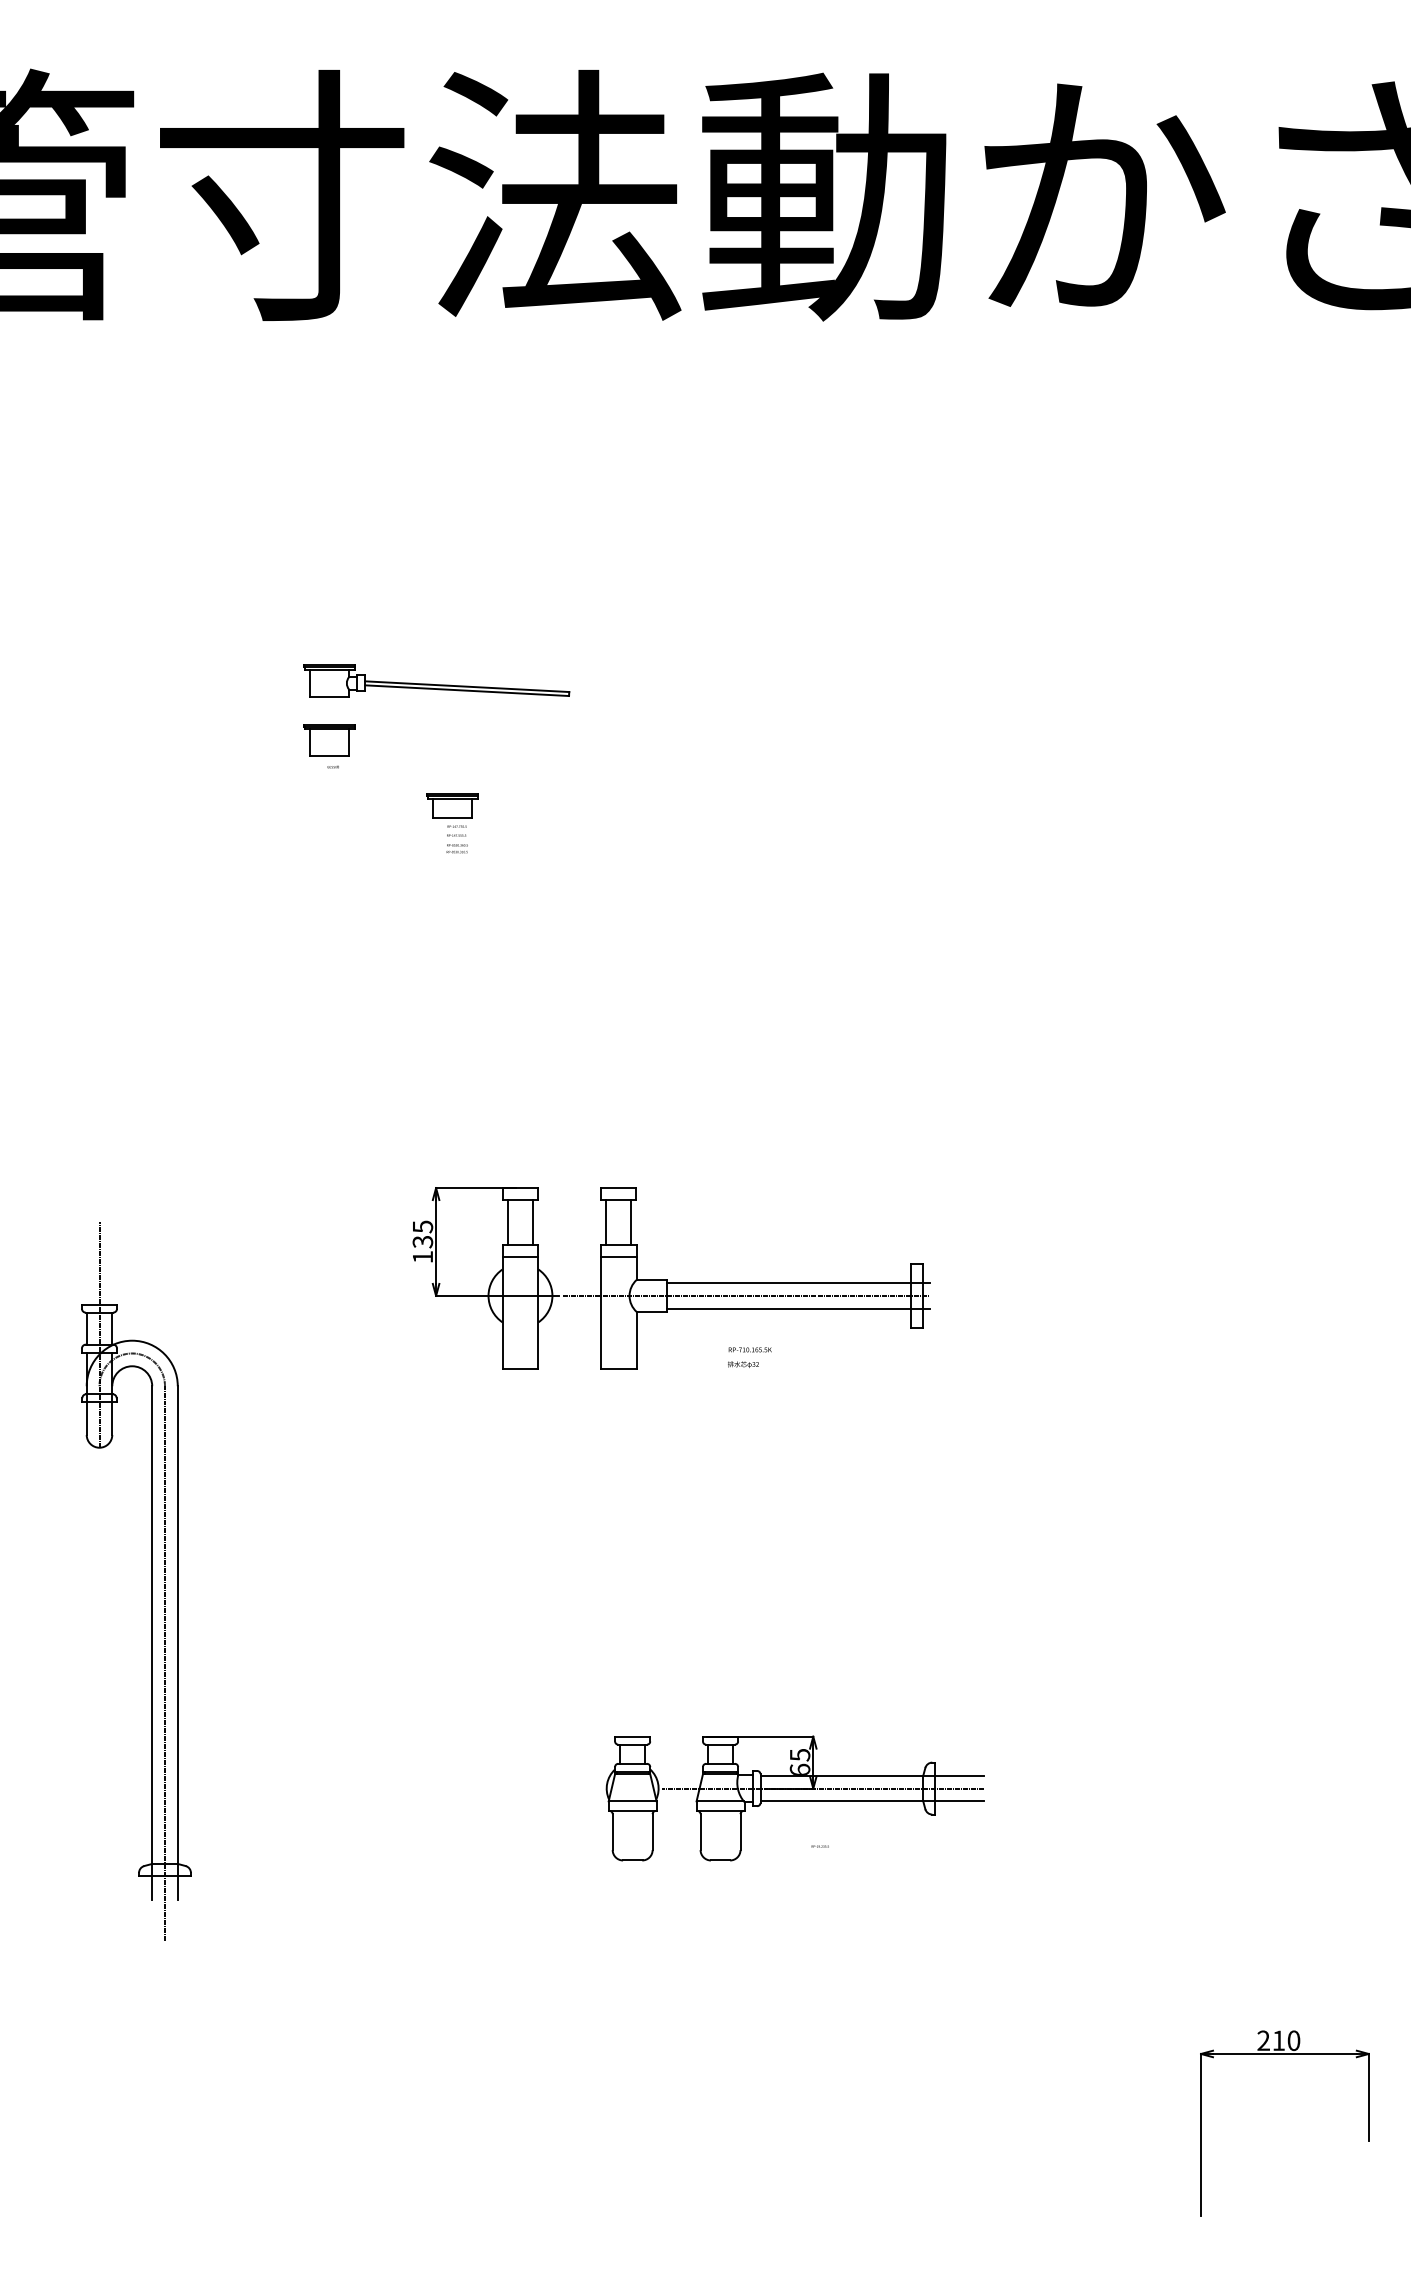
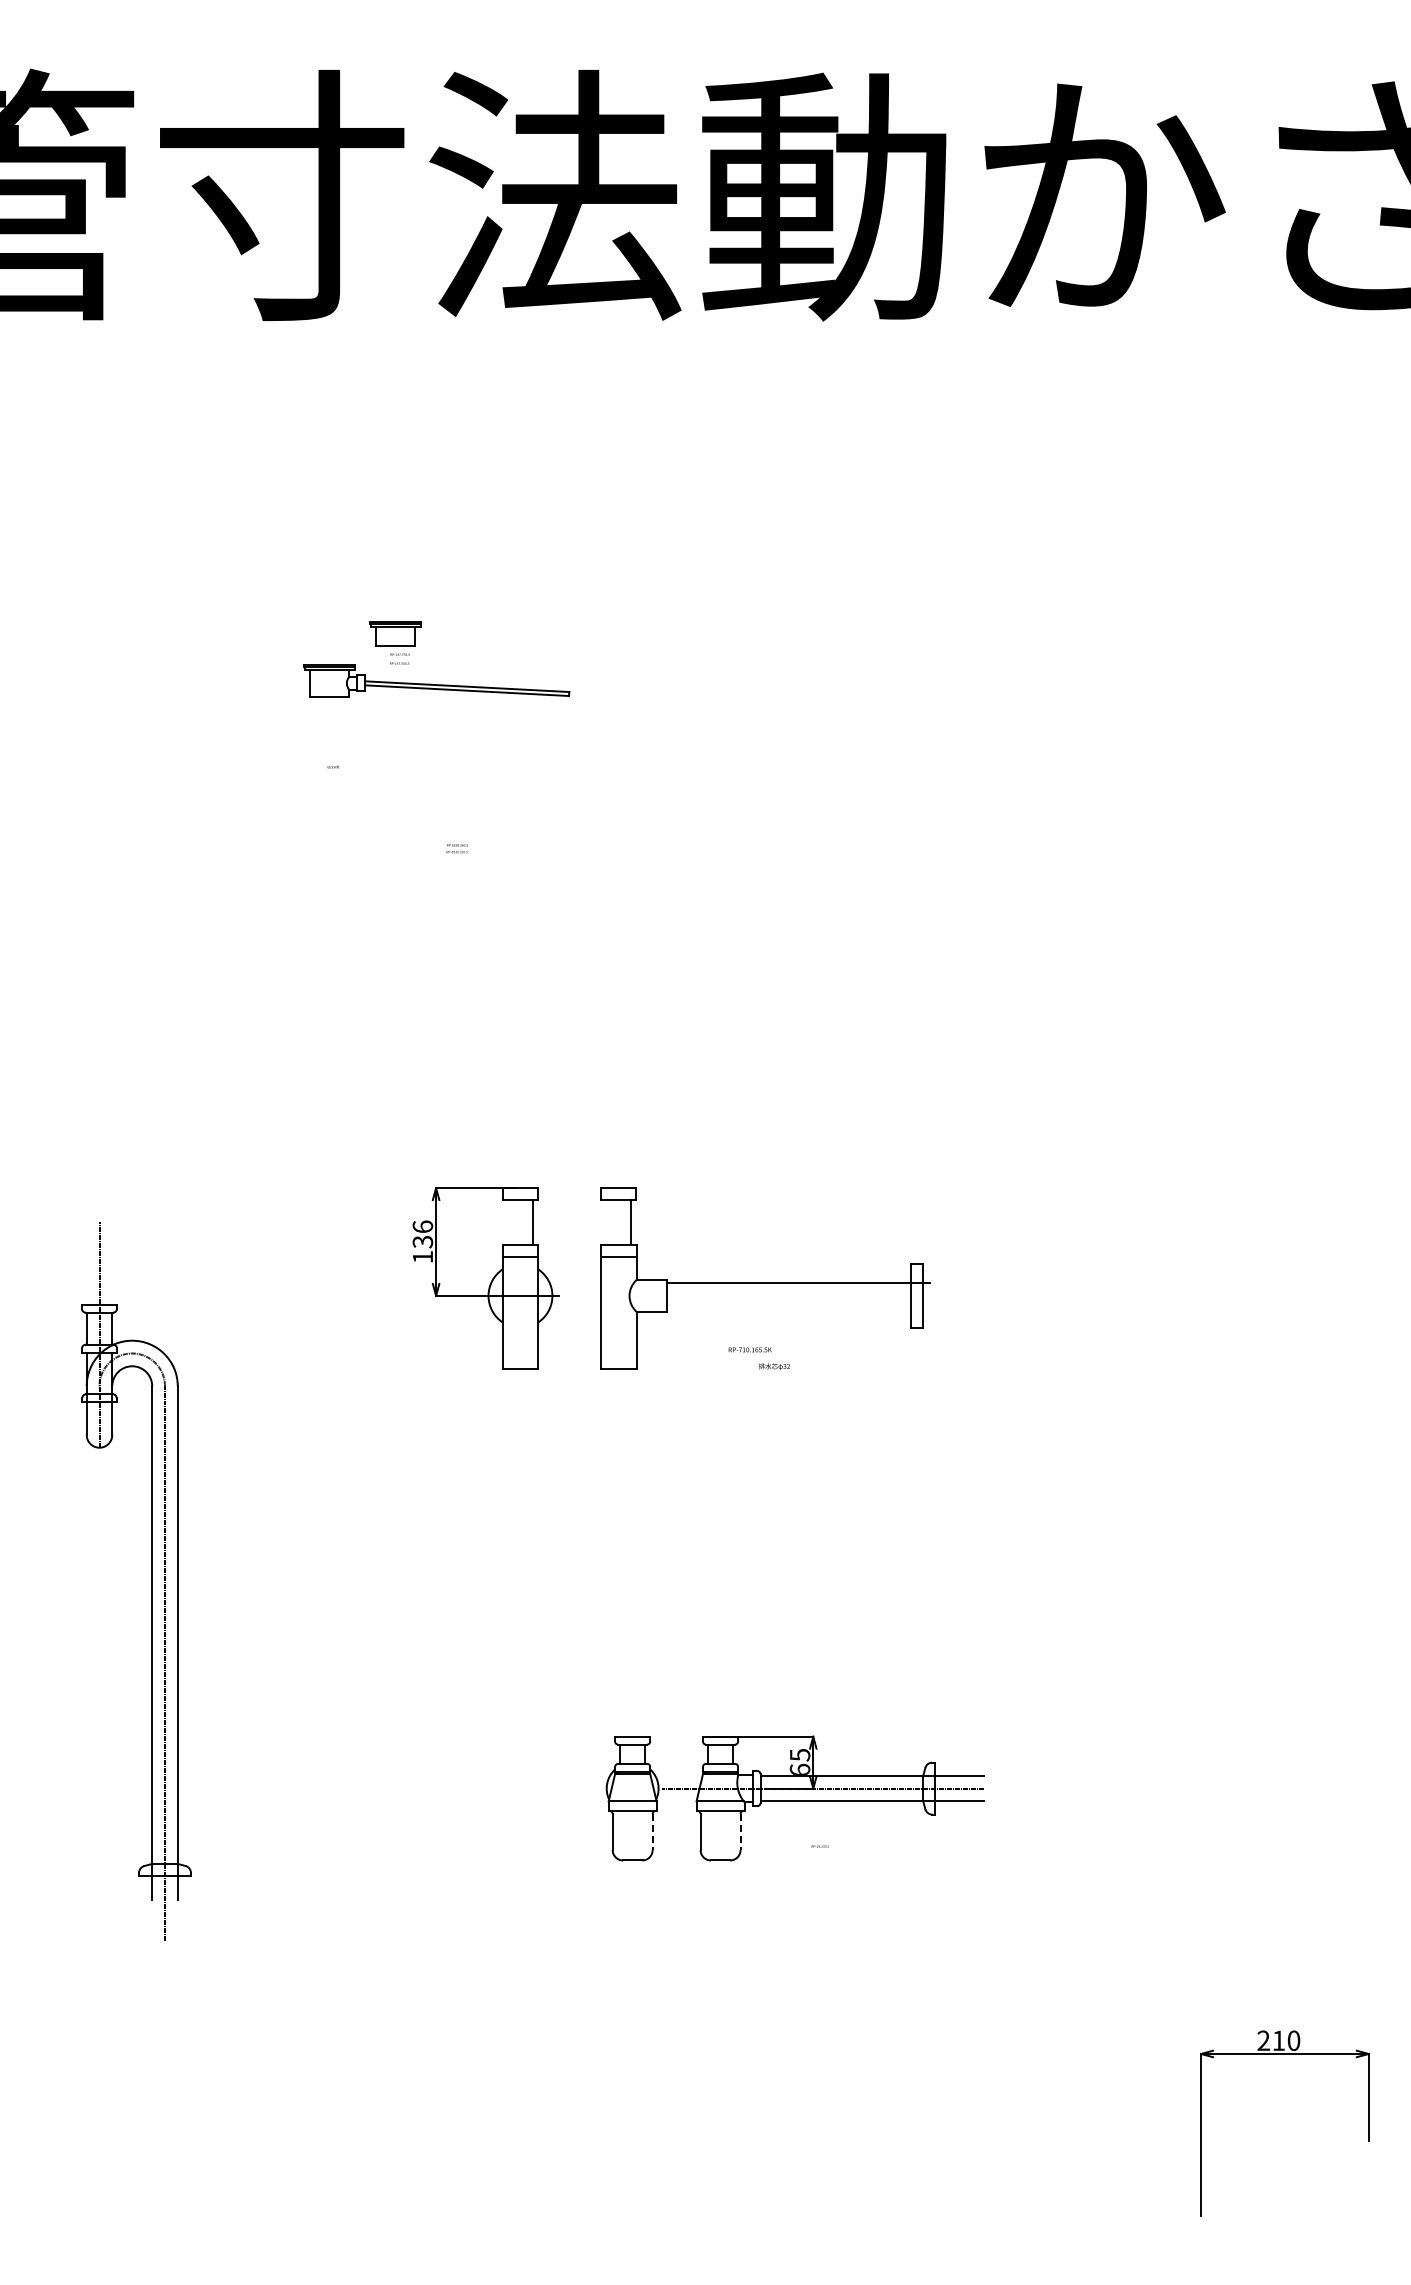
part at (329, 740): present -> none
part at (452, 814) position: (452, 814) -> (395, 642)
line at (507, 1222): present -> none
line at (605, 1222): present -> none
text at (422, 1226): 135 -> 136
line at (746, 1295): present -> none
line at (798, 1308): present -> none
text at (743, 1364) position: (743, 1364) -> (774, 1366)
line at (652, 1832): solid -> dashed
line at (740, 1832): solid -> dashed
